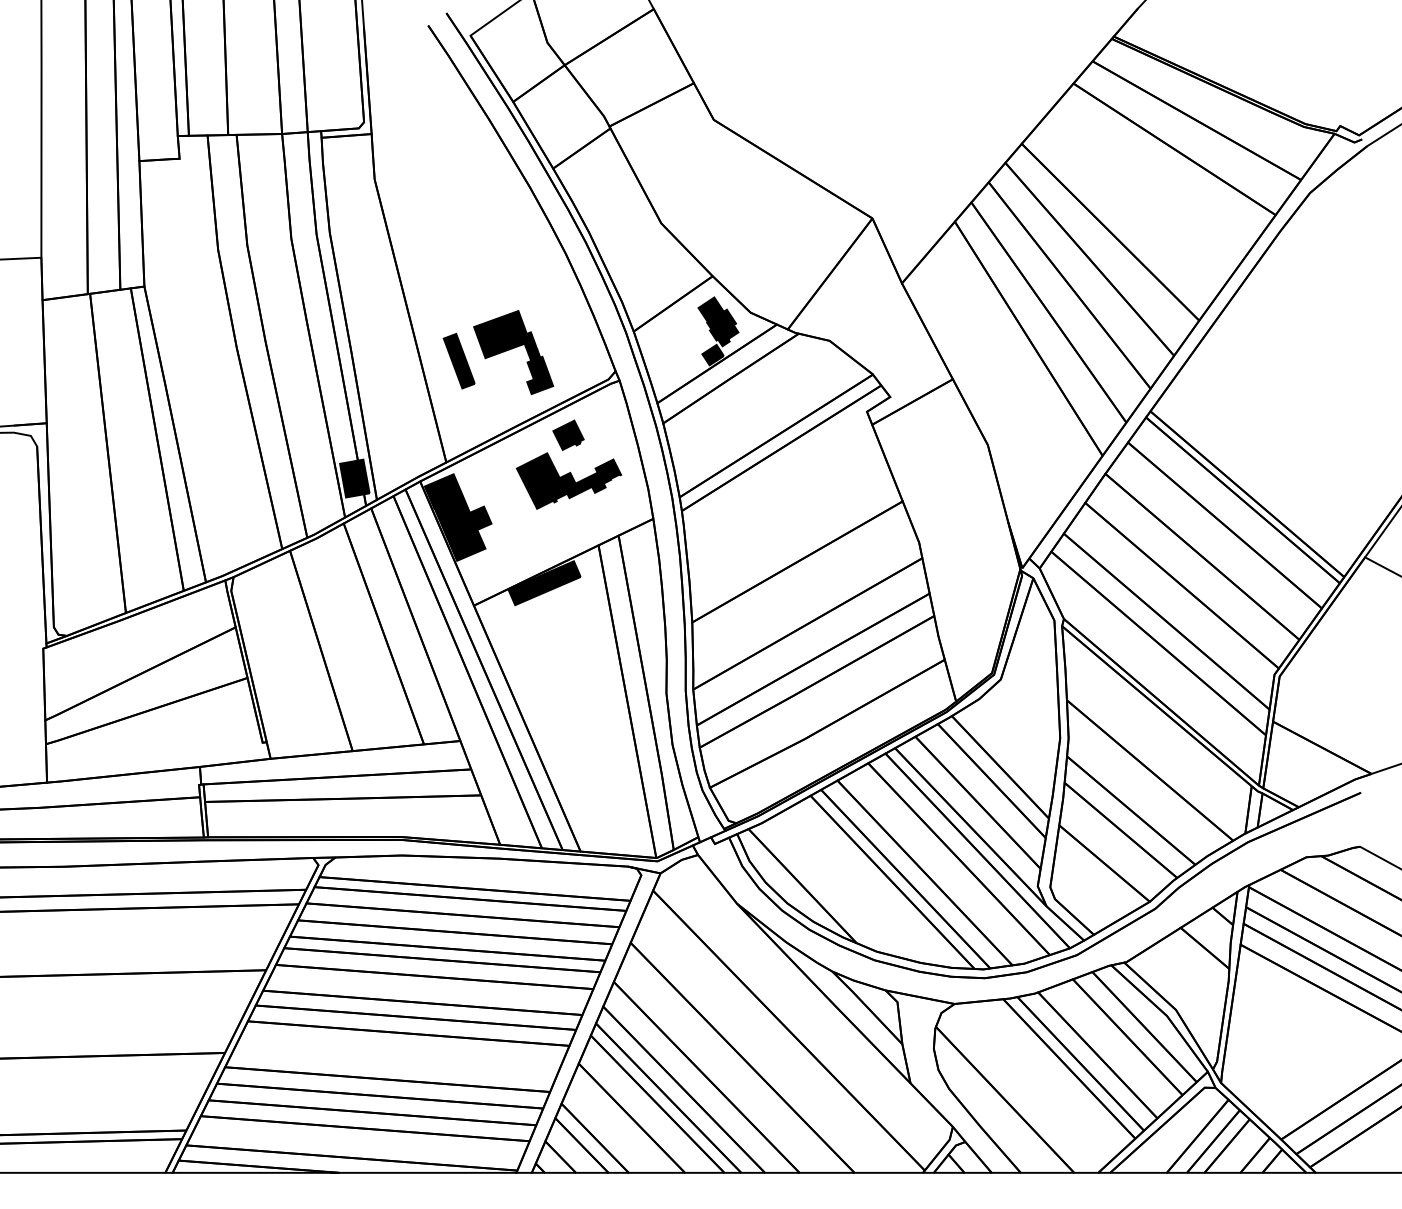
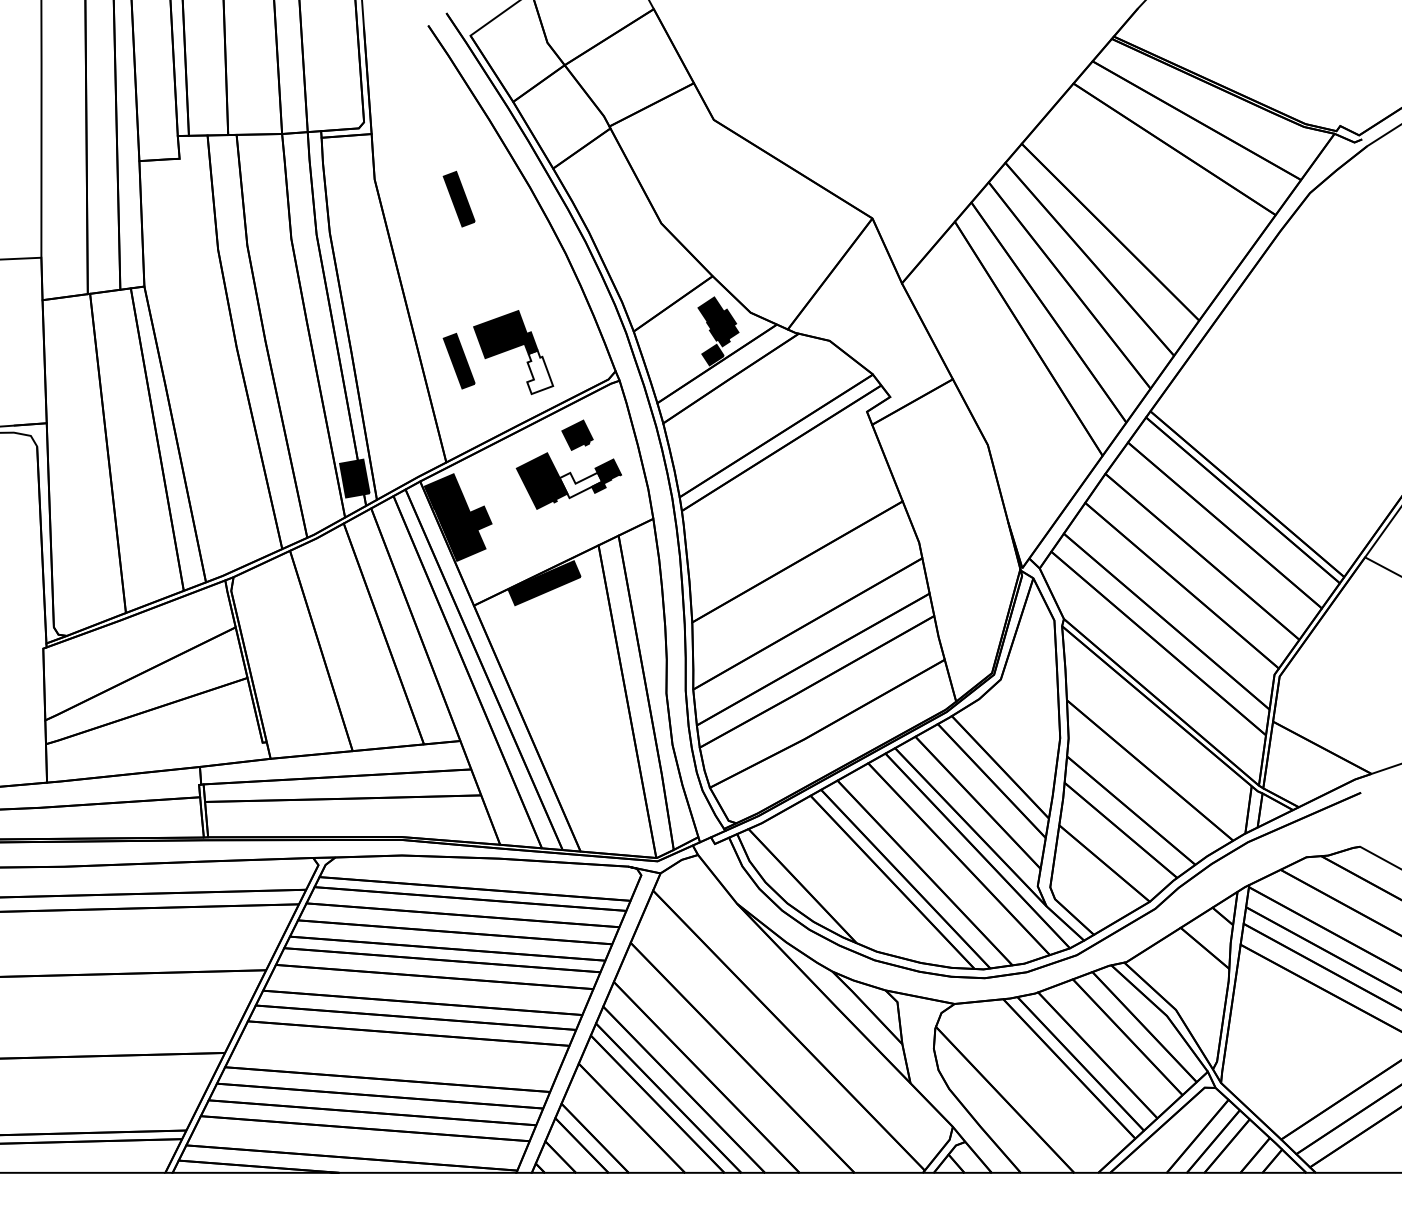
part at (458, 198): none -> present
fill at (540, 372): present -> none
part at (568, 434) position: (568, 434) -> (577, 434)
fill at (580, 485): present -> none
